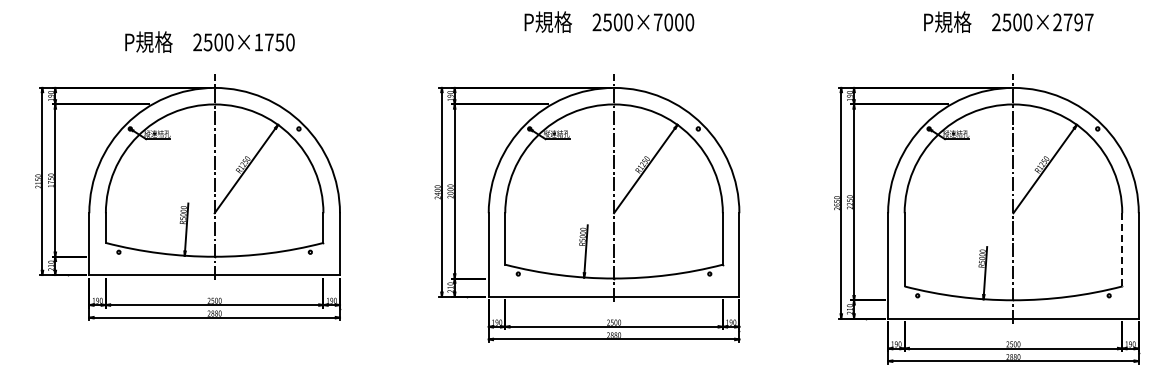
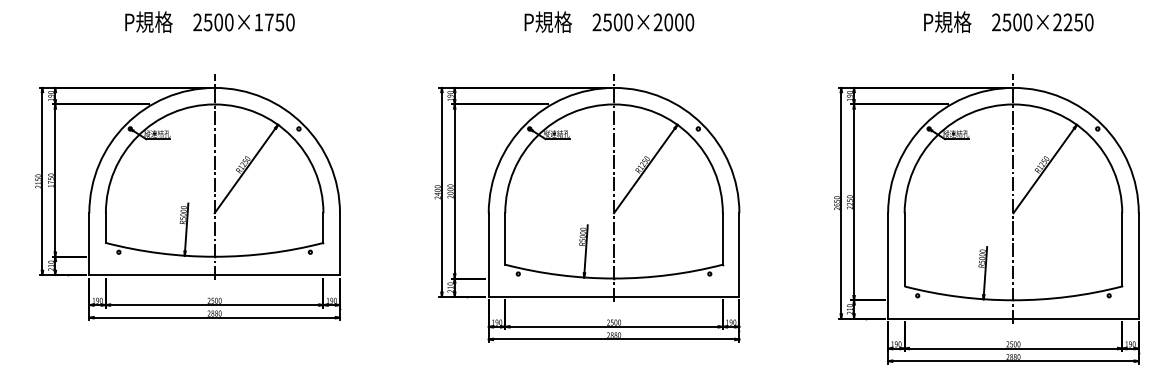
text at (657, 22): 2500×7000 -> 2500×2000
text at (1078, 22): 2500×2797 -> 2500×2250
text at (209, 41) position: (209, 41) -> (209, 21)
line at (1122, 249): dashed -> solid
